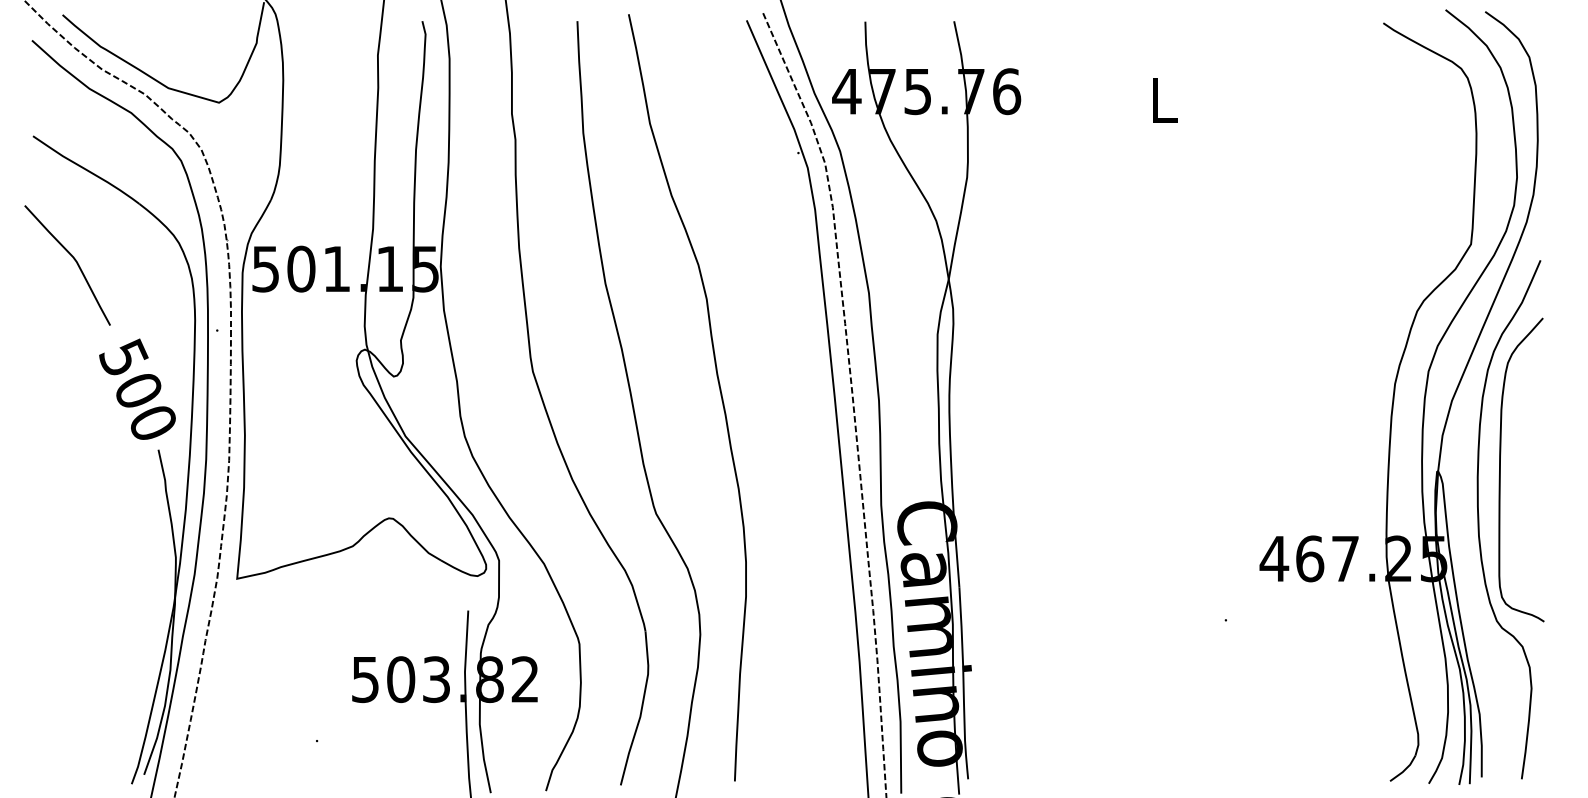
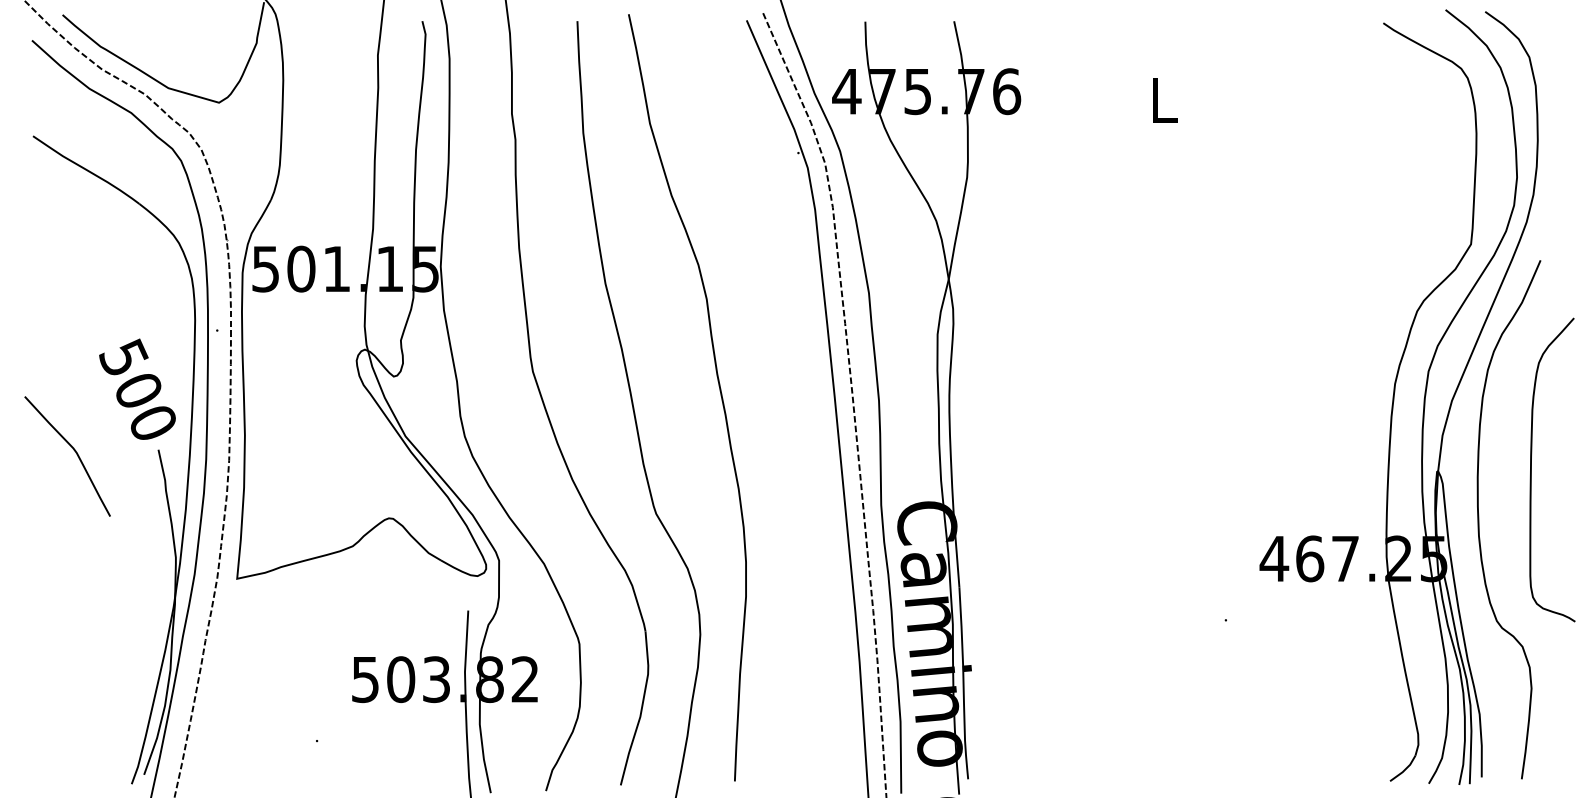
curve at (73, 259) position: (73, 259) -> (73, 450)
curve at (1500, 469) position: (1500, 469) -> (1531, 469)
